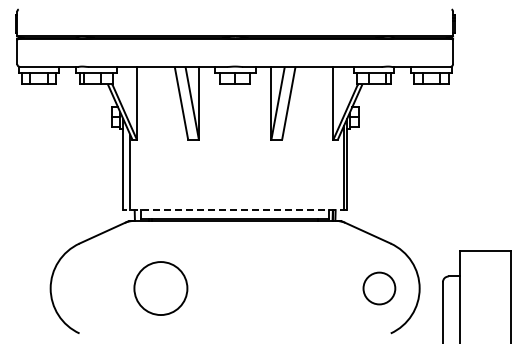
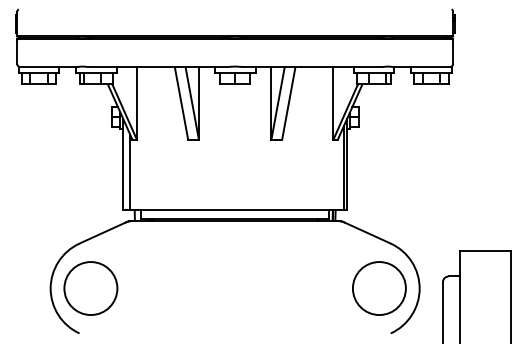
line at (235, 210): dashed -> solid
circle at (160, 288) position: (160, 288) -> (90, 288)
circle at (379, 288) diameter: 32 px -> 53 px
